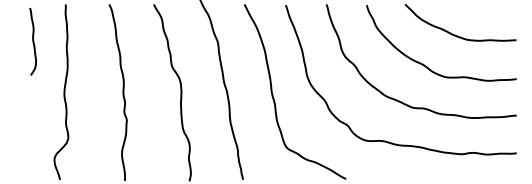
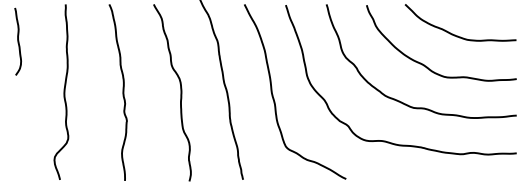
curve at (32, 41) position: (32, 41) -> (17, 41)
